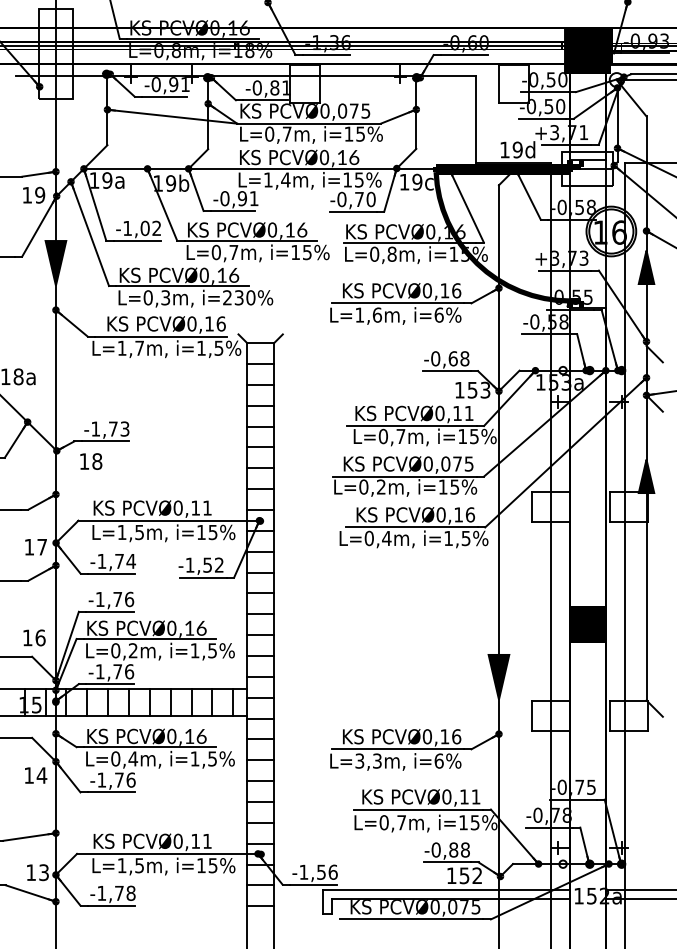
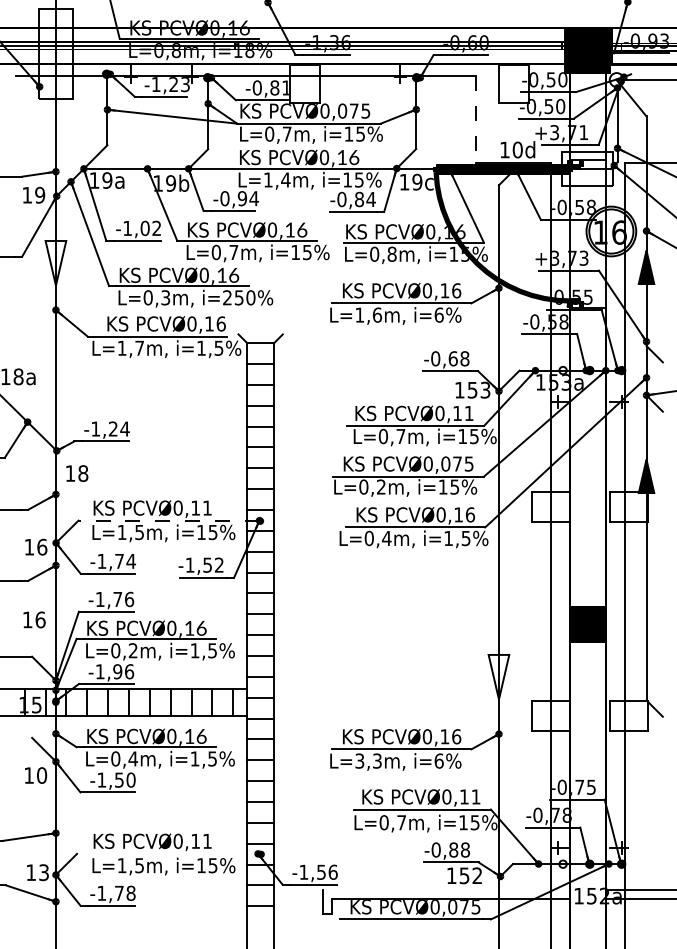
line at (652, 74): present -> none
text at (170, 84): -0,91 -> -1,23
line at (476, 119): solid -> dashed
text at (517, 149): 19d -> 10d
text at (253, 198): -0,91 -> -0,94
text at (365, 199): -0,70 -> -0,84
fill at (55, 263): present -> none
text at (239, 297): i=230% -> i=250%
text at (119, 428): -1,73 -> -1,24
text at (91, 461) position: (91, 461) -> (77, 473)
line at (168, 520): solid -> dashed
text at (42, 546): 17 -> 16
text at (34, 637) position: (34, 637) -> (34, 619)
text at (117, 671): -1,76 -> -1,96
fill at (498, 676): present -> none
line at (17, 737): present -> none
text at (41, 775): 14 -> 10
text at (125, 779): -1,76 -> -1,50
line at (167, 853): present -> none
line at (445, 890): present -> none
